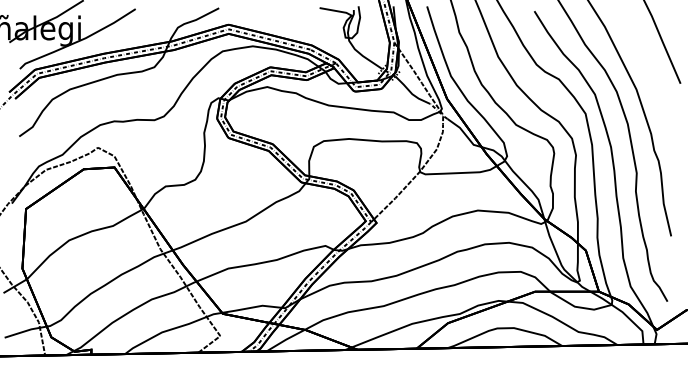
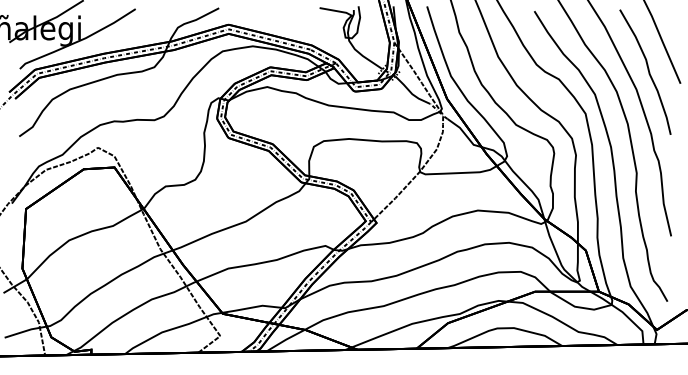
curve at (647, 70): none -> present
